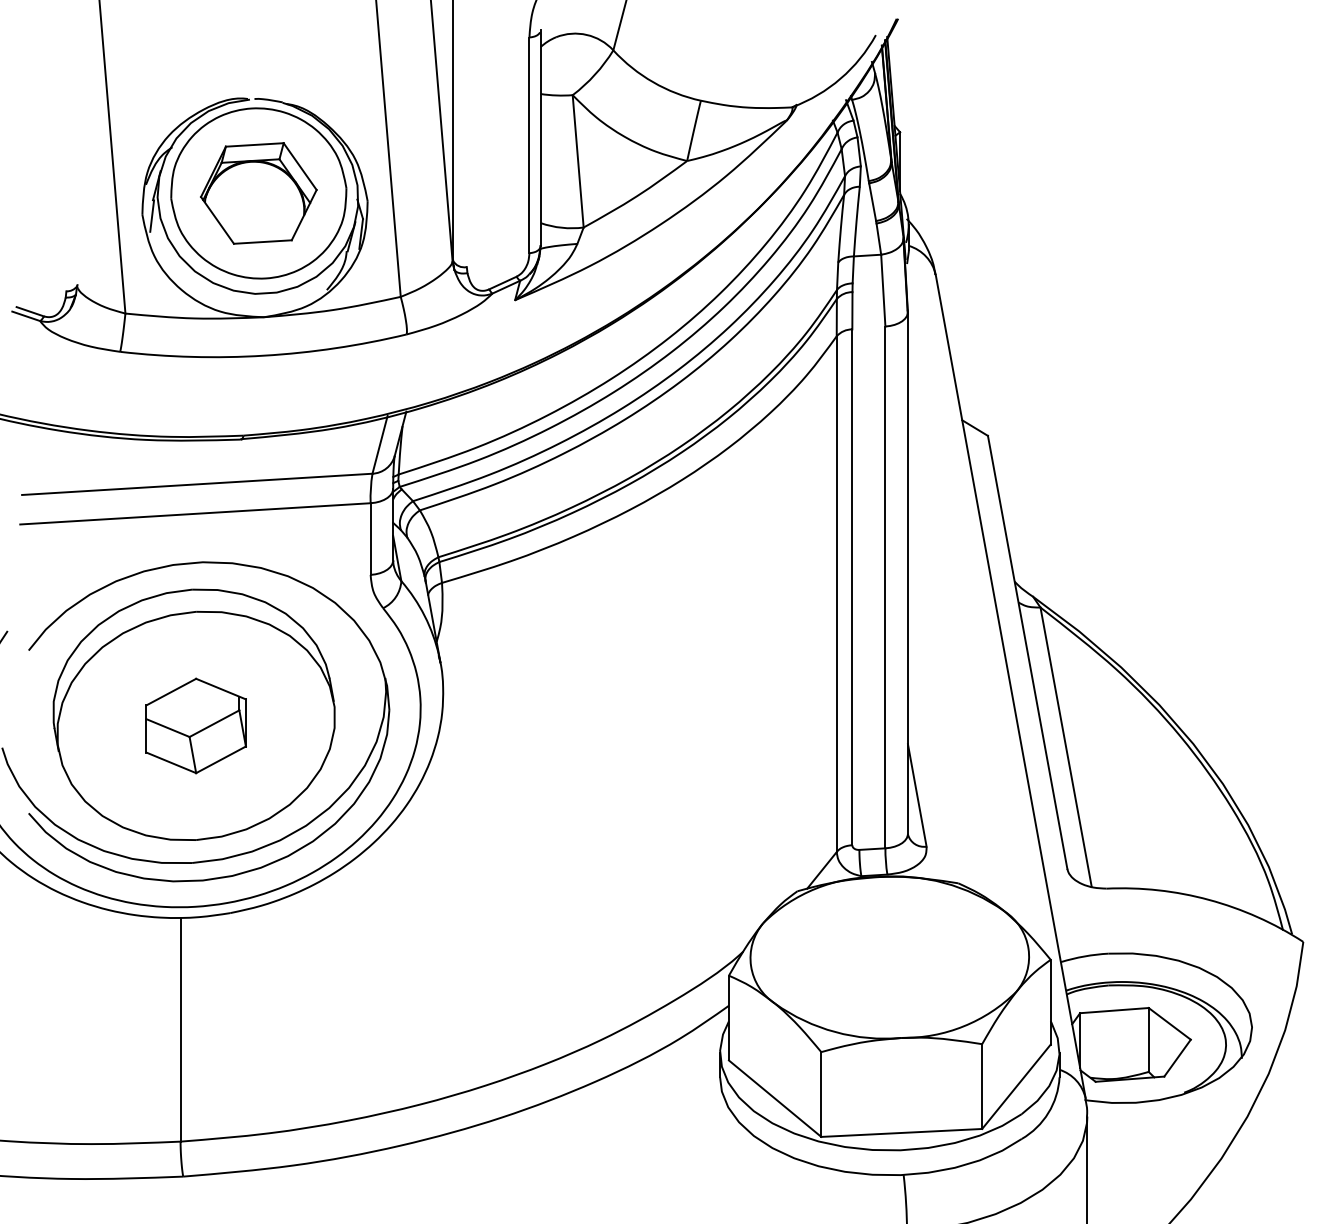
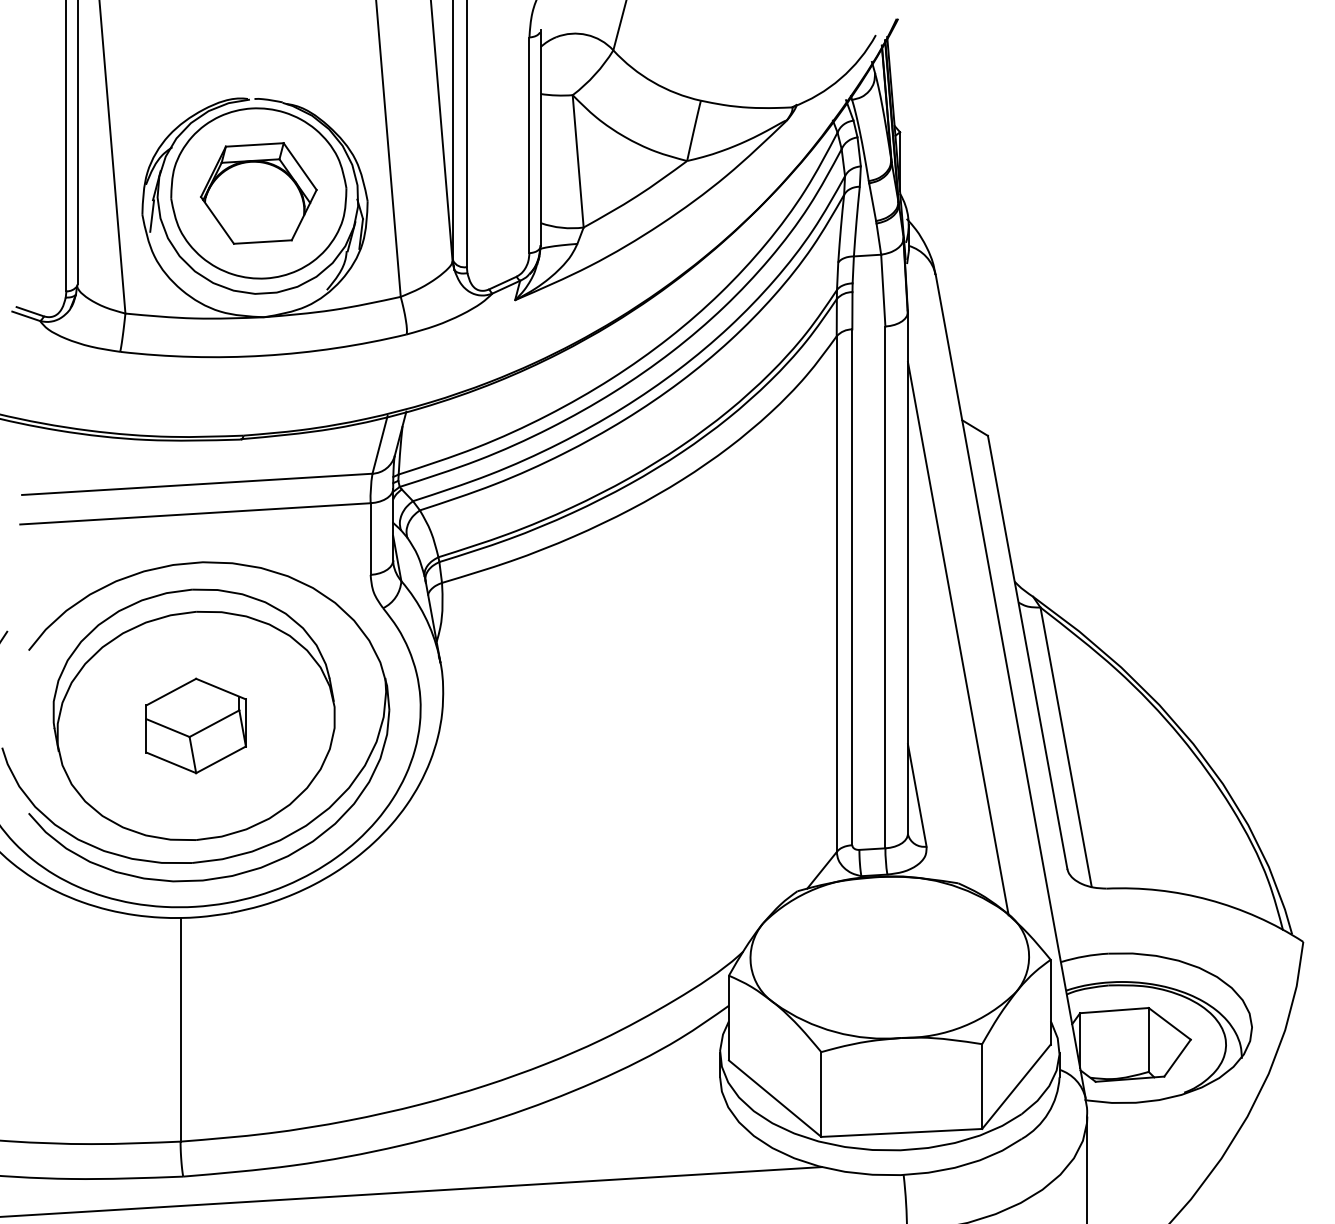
line at (466, 134): none -> present
line at (77, 143): none -> present
line at (66, 146): none -> present
line at (957, 638): none -> present
line at (411, 1191): none -> present
